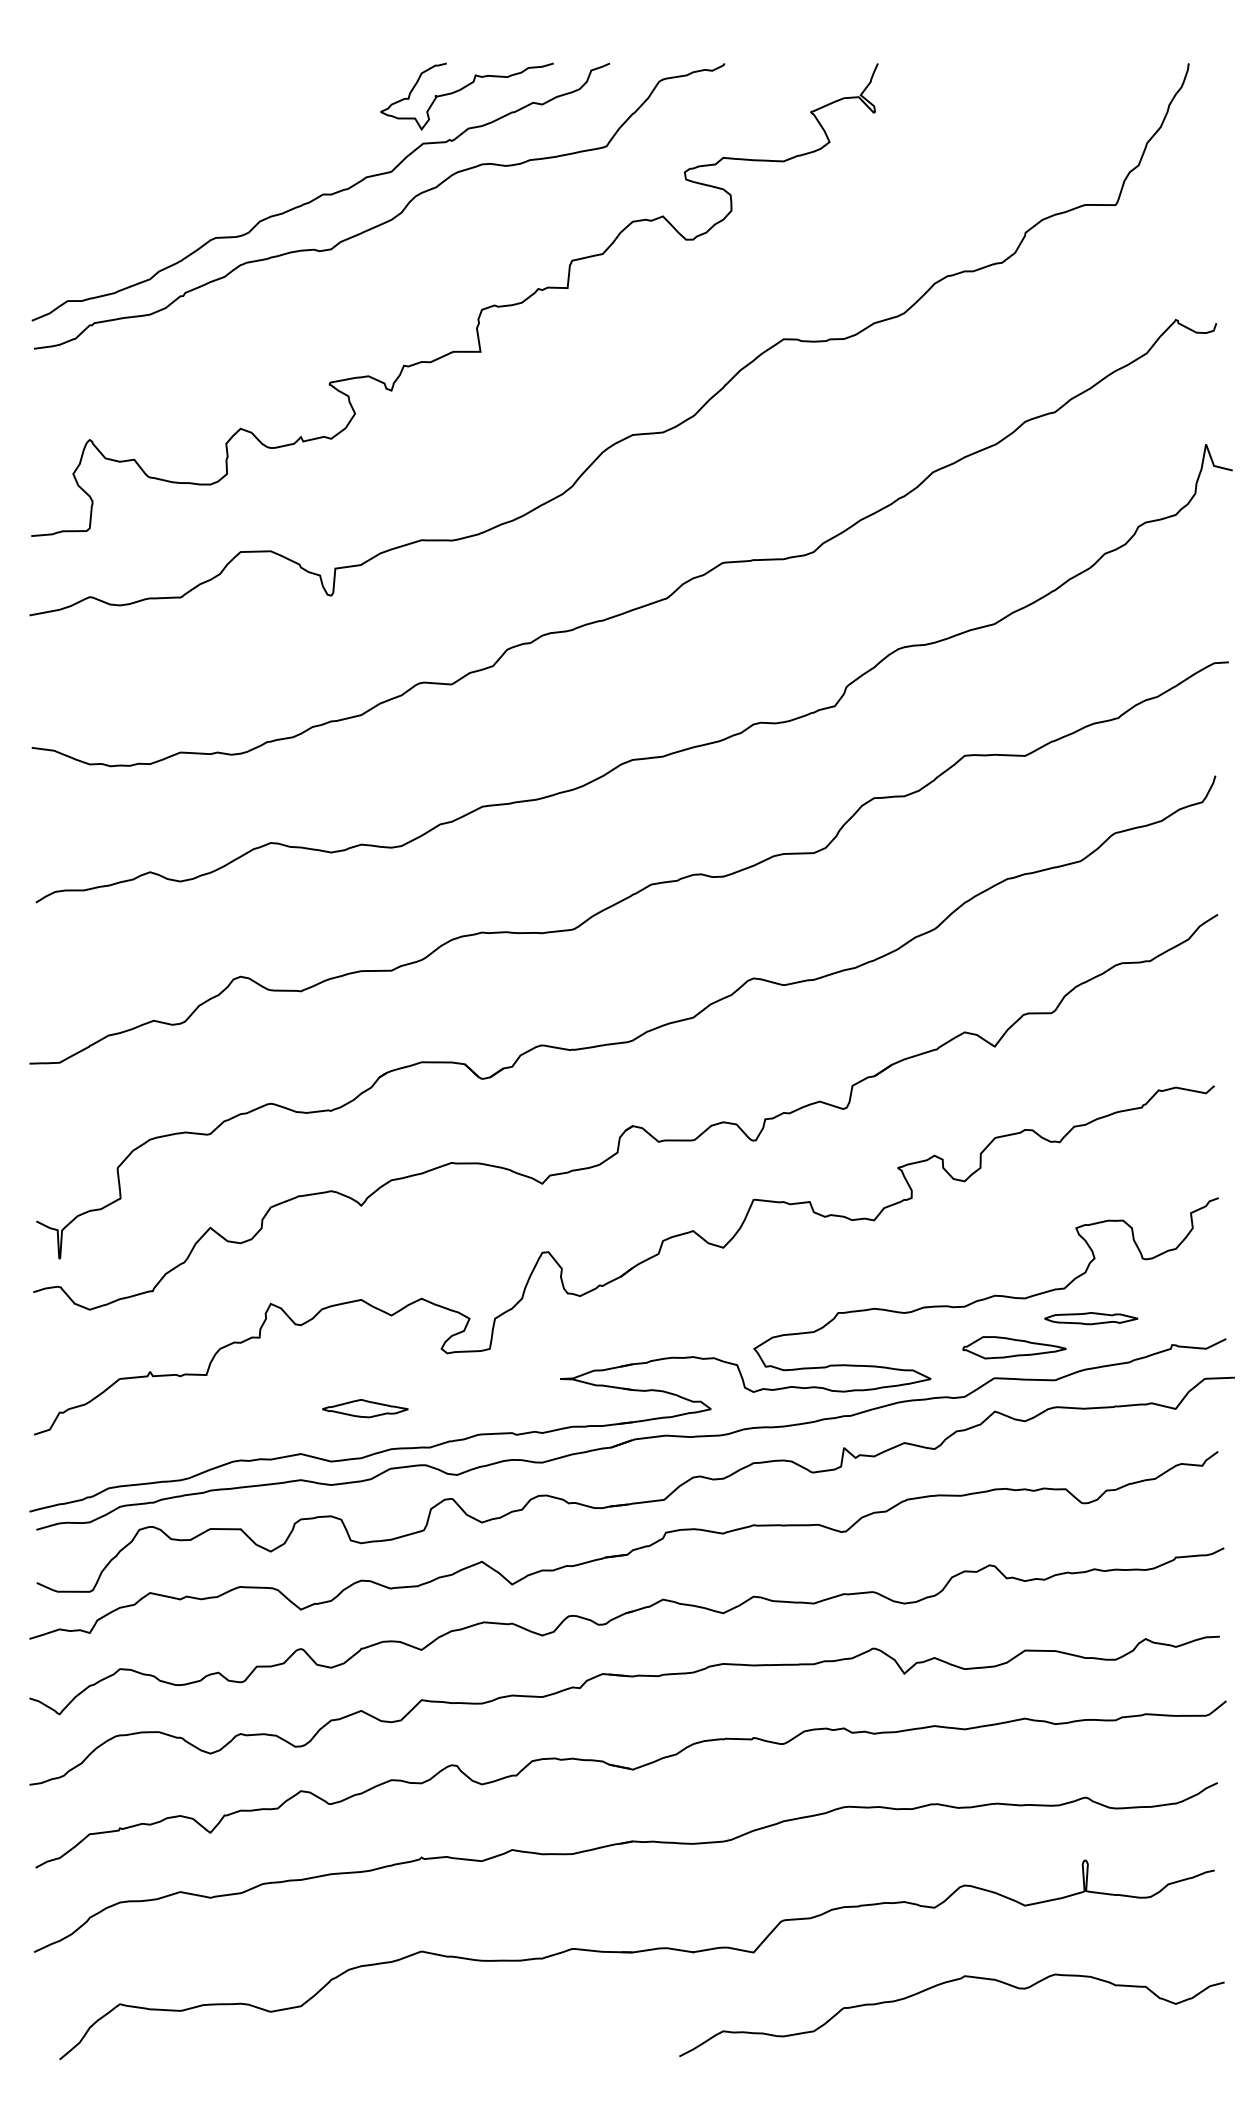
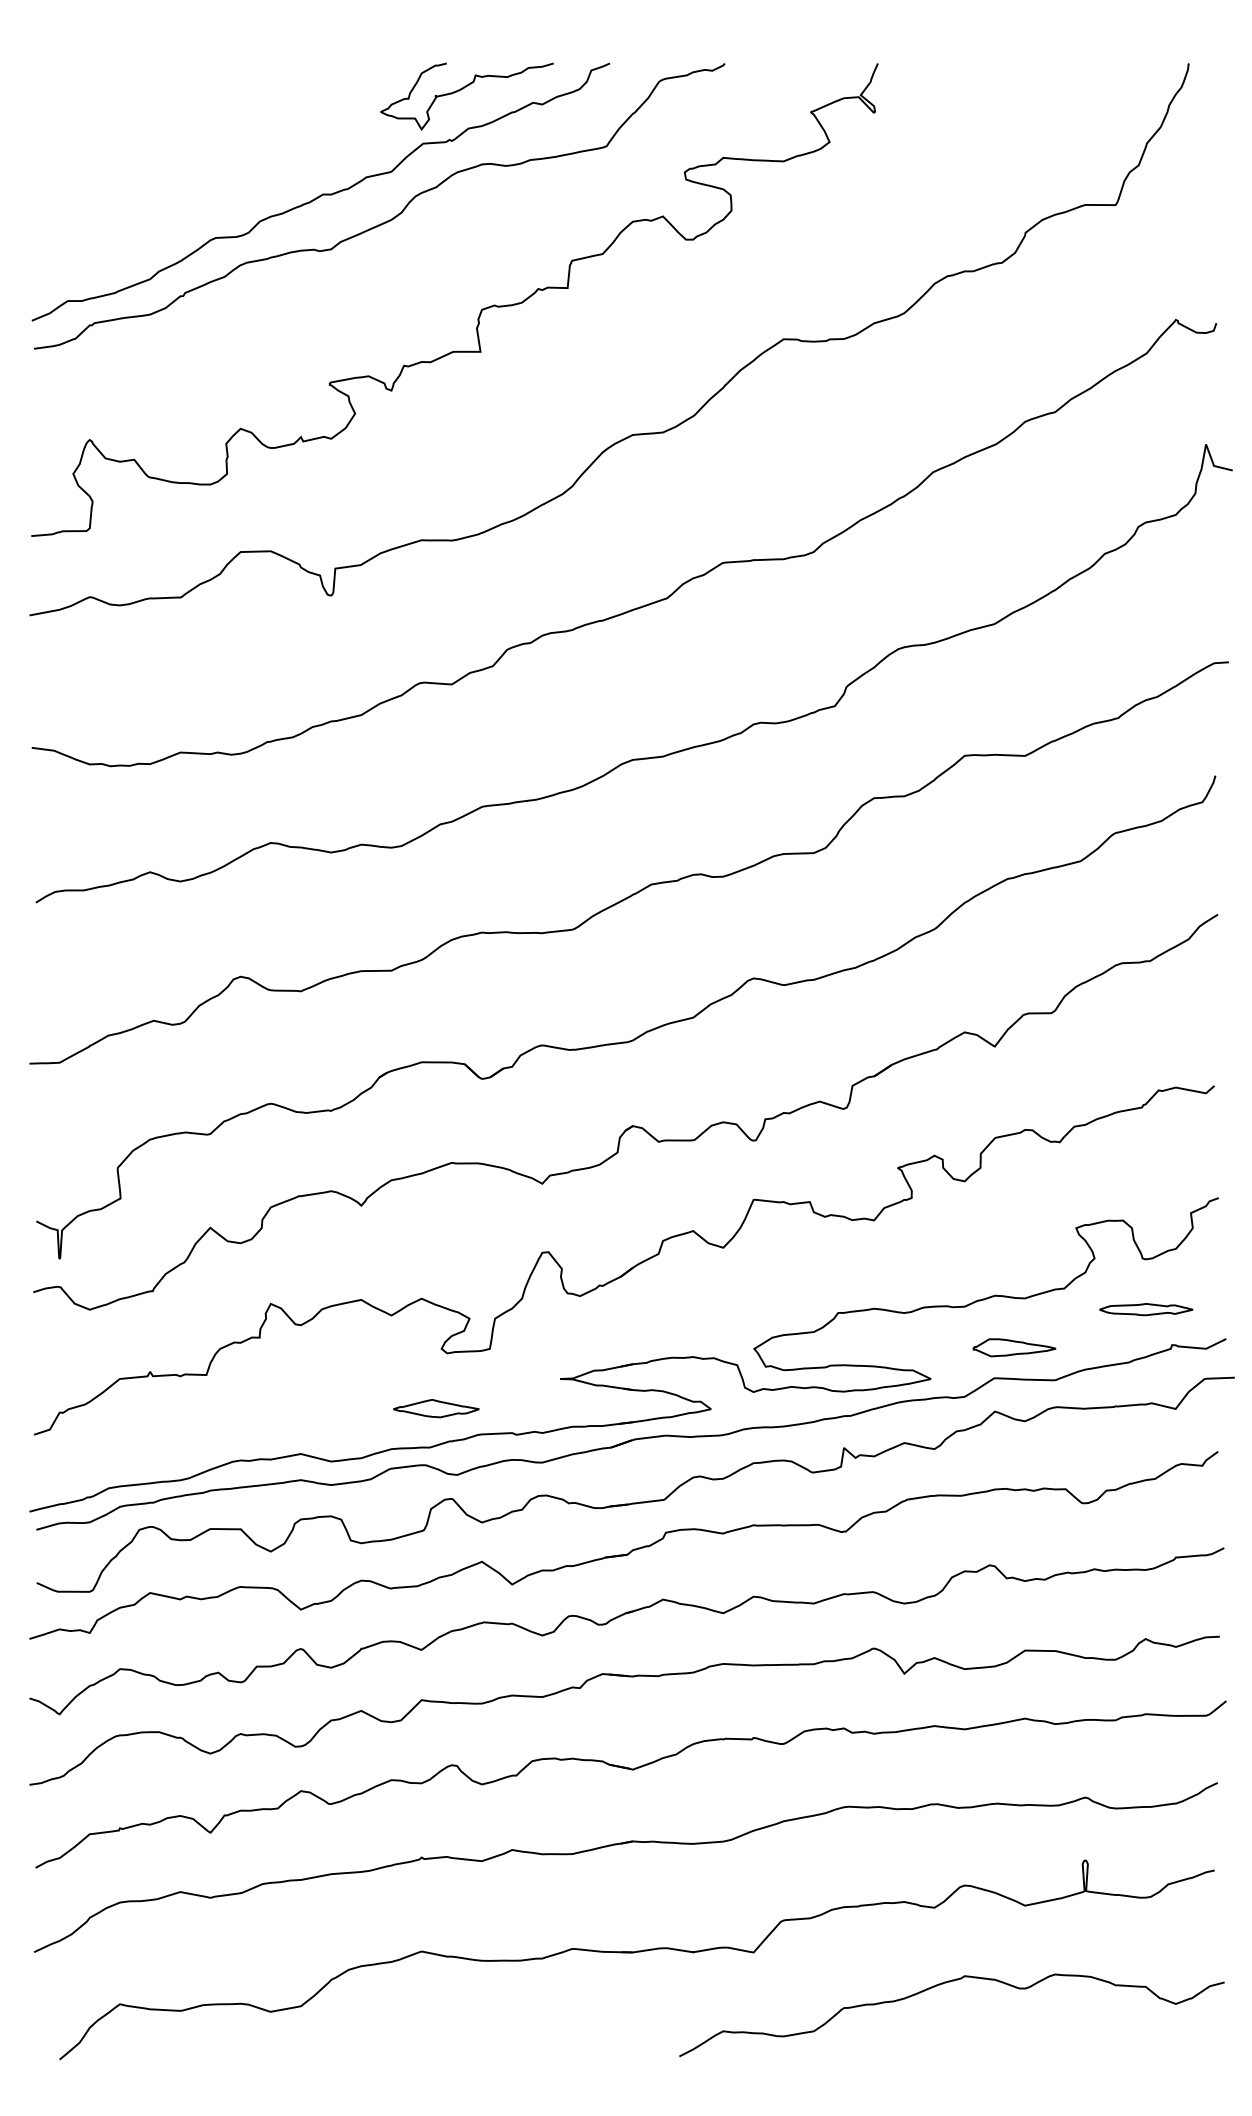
part at (1091, 1318) position: (1091, 1318) -> (1146, 1309)
part at (1014, 1347) size: 105x24 px -> 85x20 px
part at (365, 1408) position: (365, 1408) -> (436, 1408)
